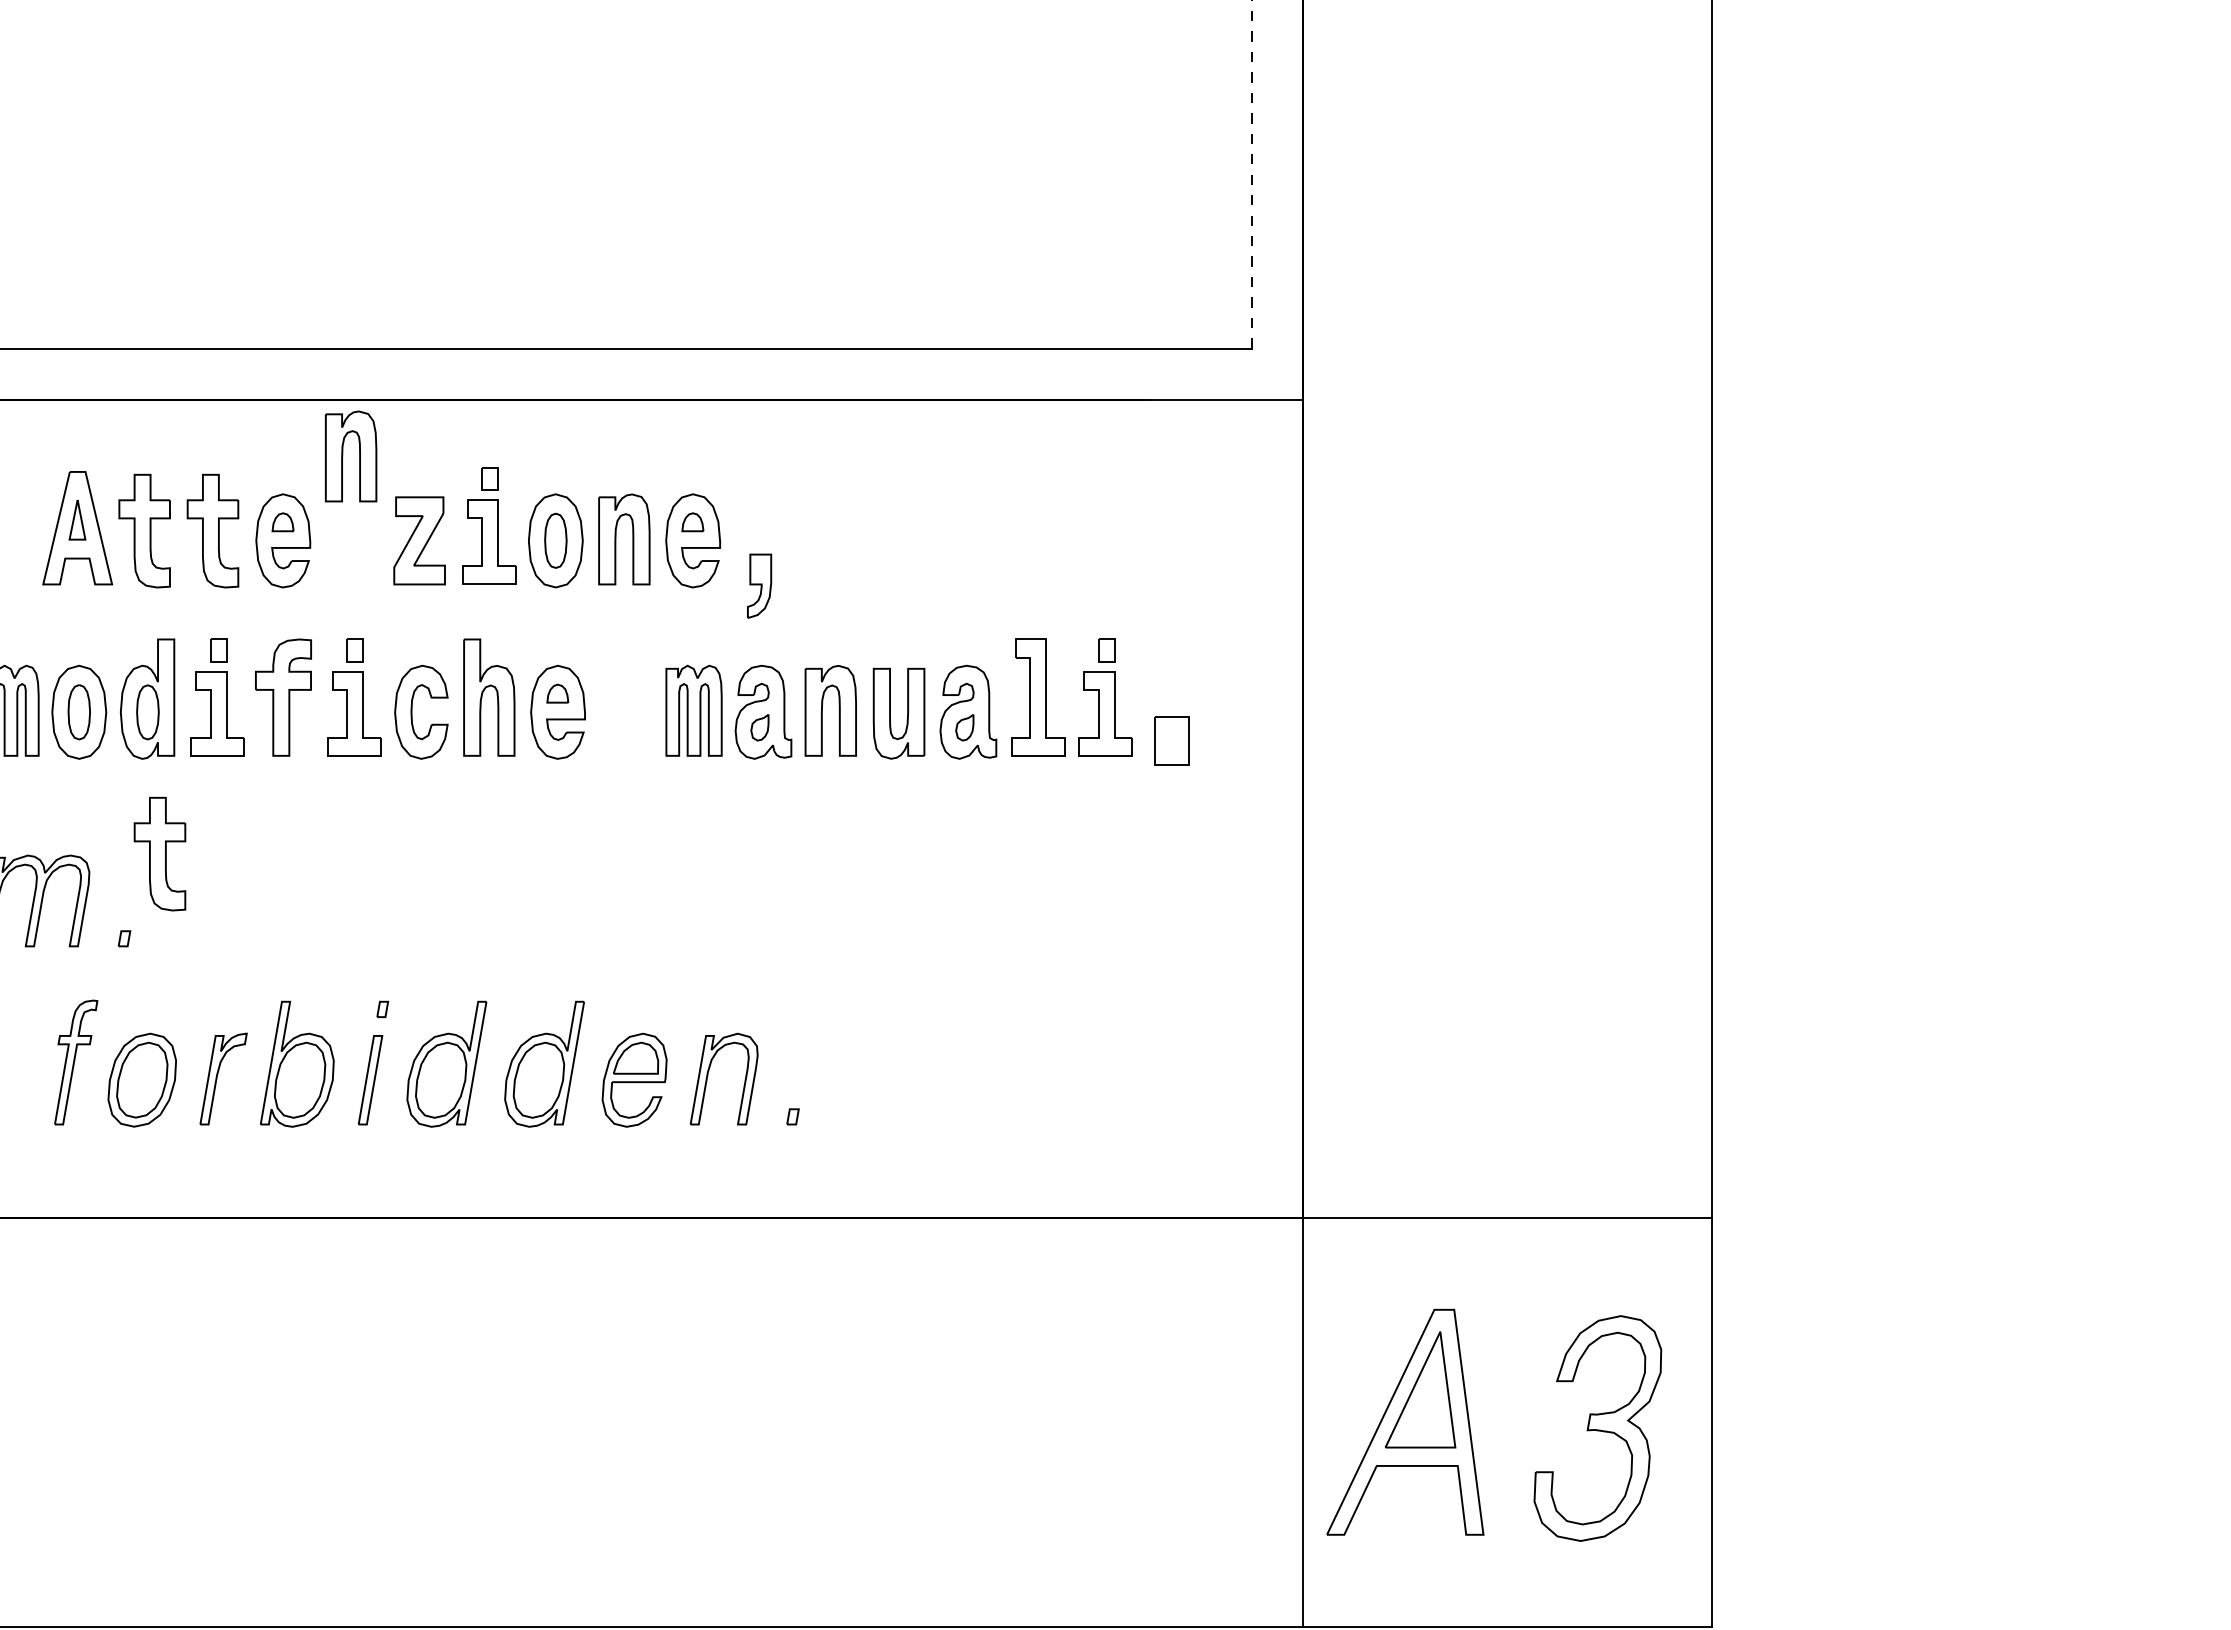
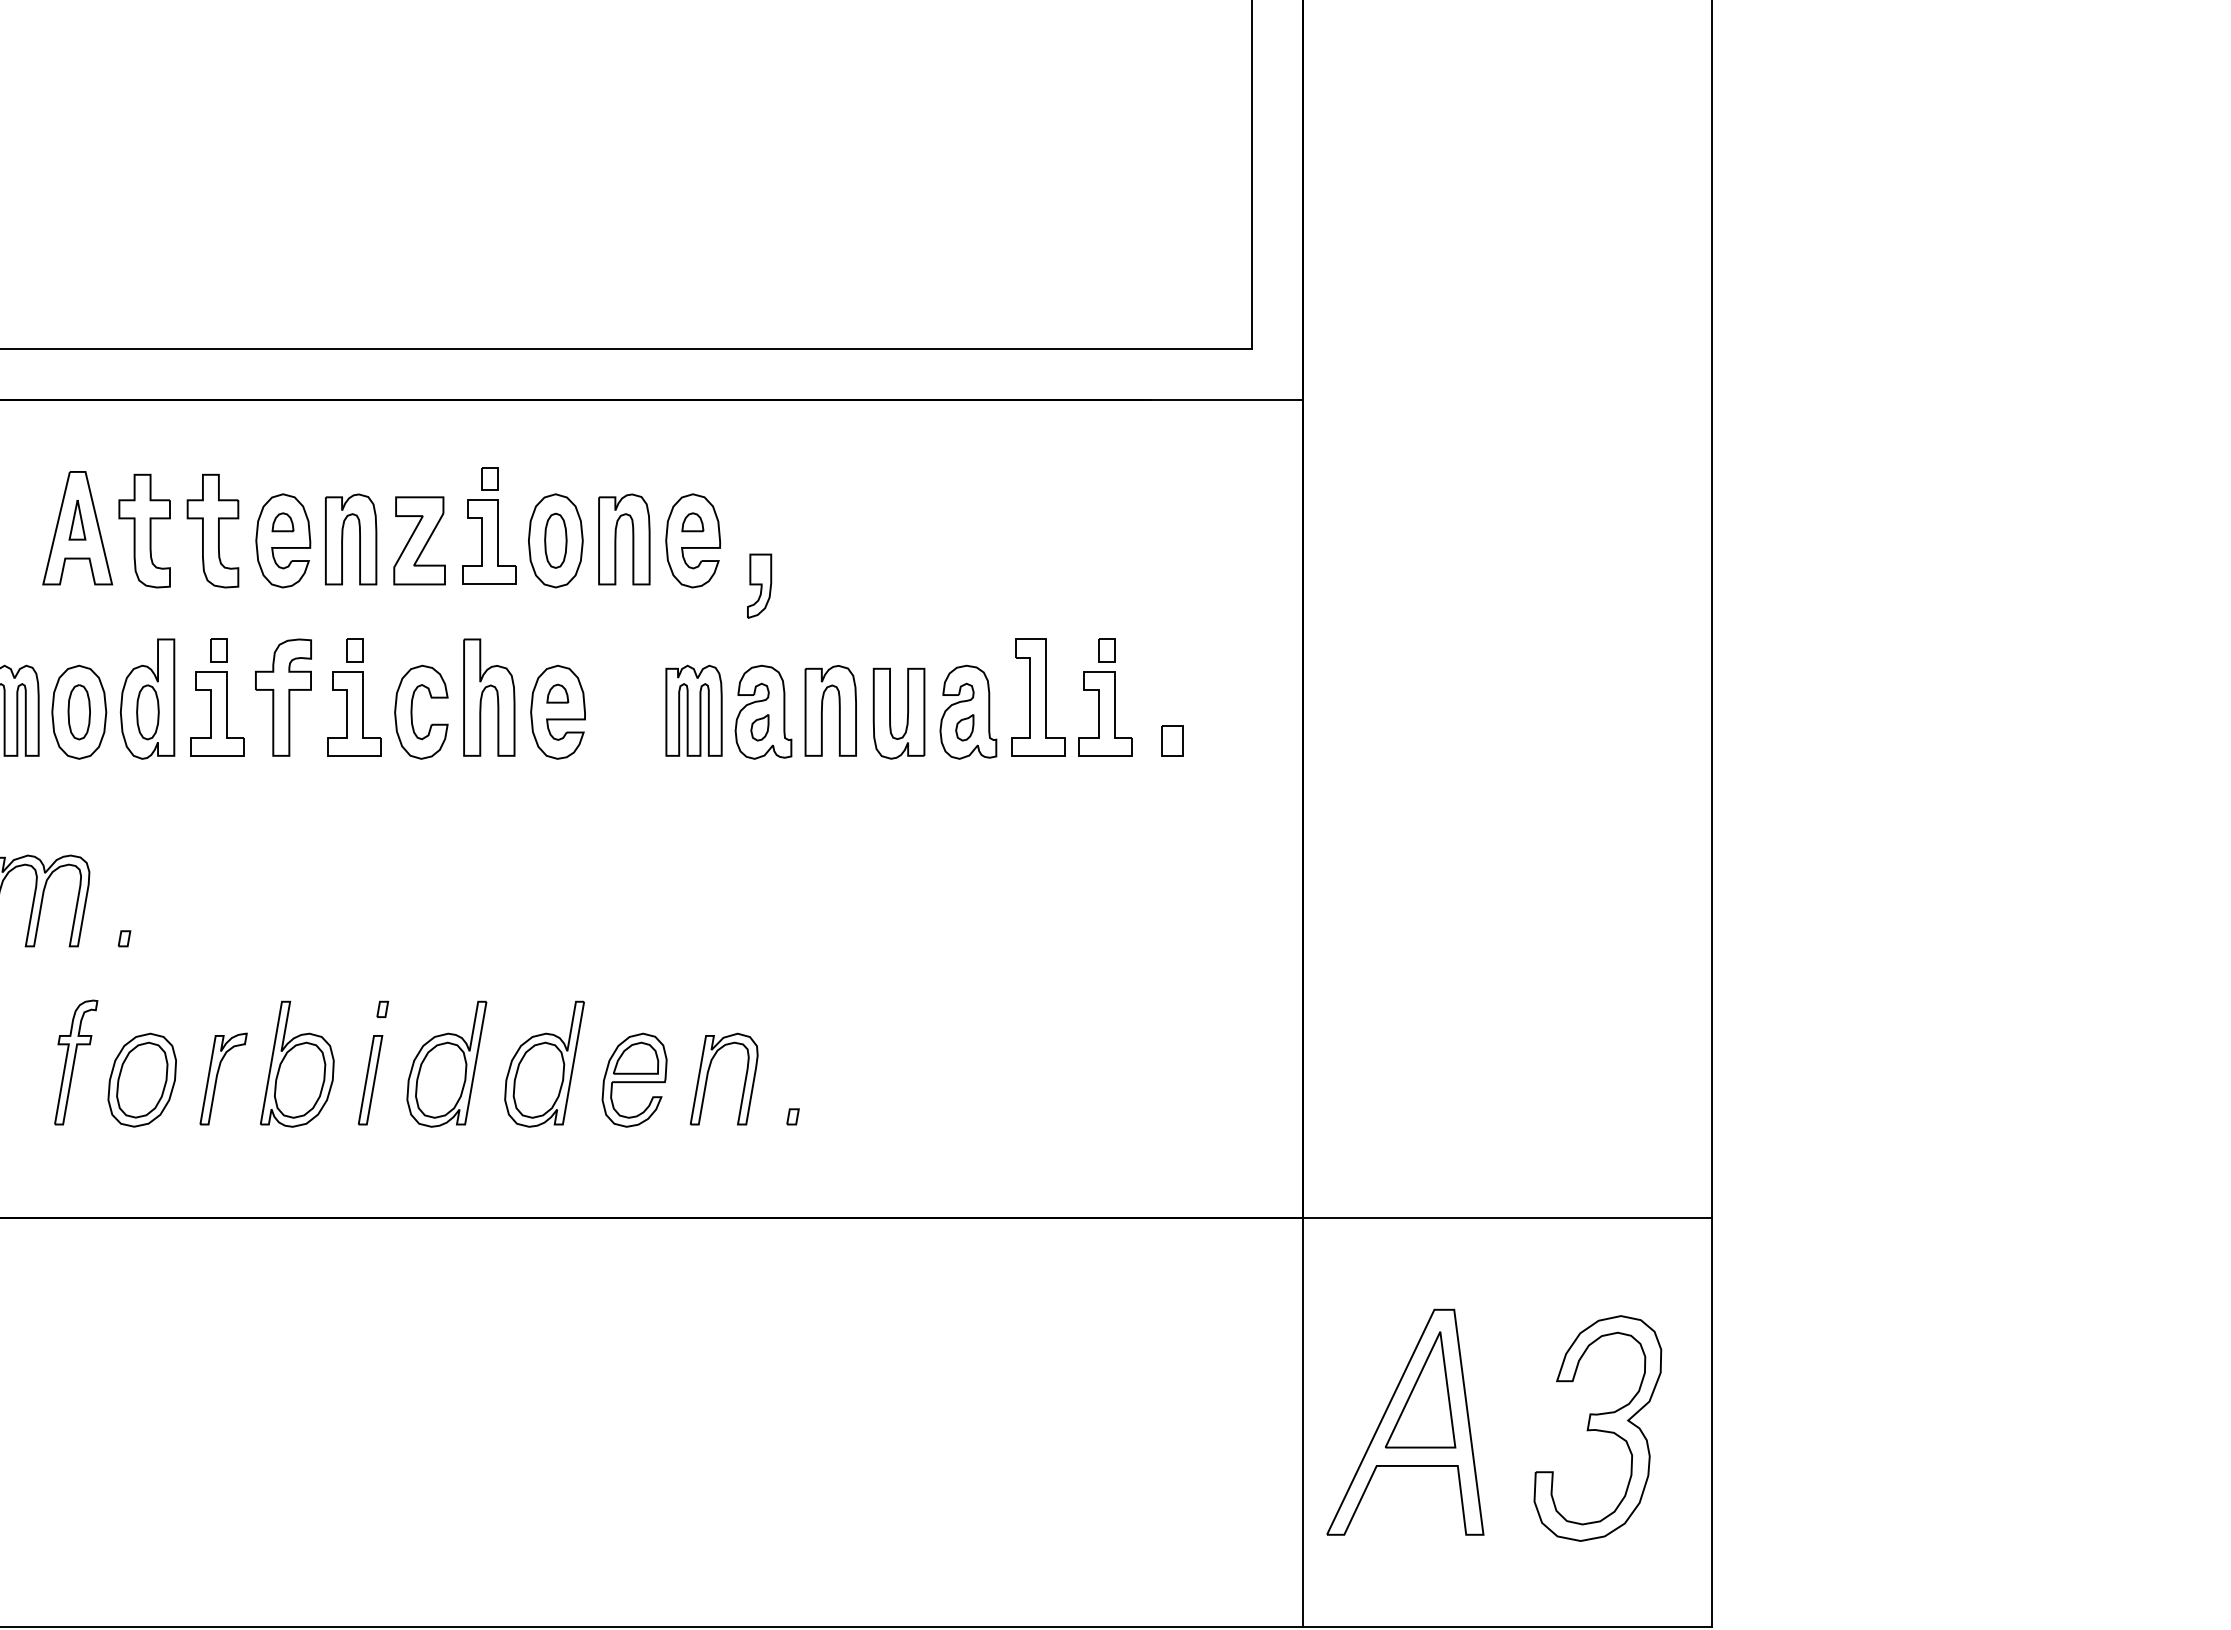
line at (1252, 174): dashed -> solid
part at (343, 456) position: (343, 456) -> (343, 539)
part at (1171, 740) size: 36x50 px -> 23x32 px
part at (159, 853): present -> none
